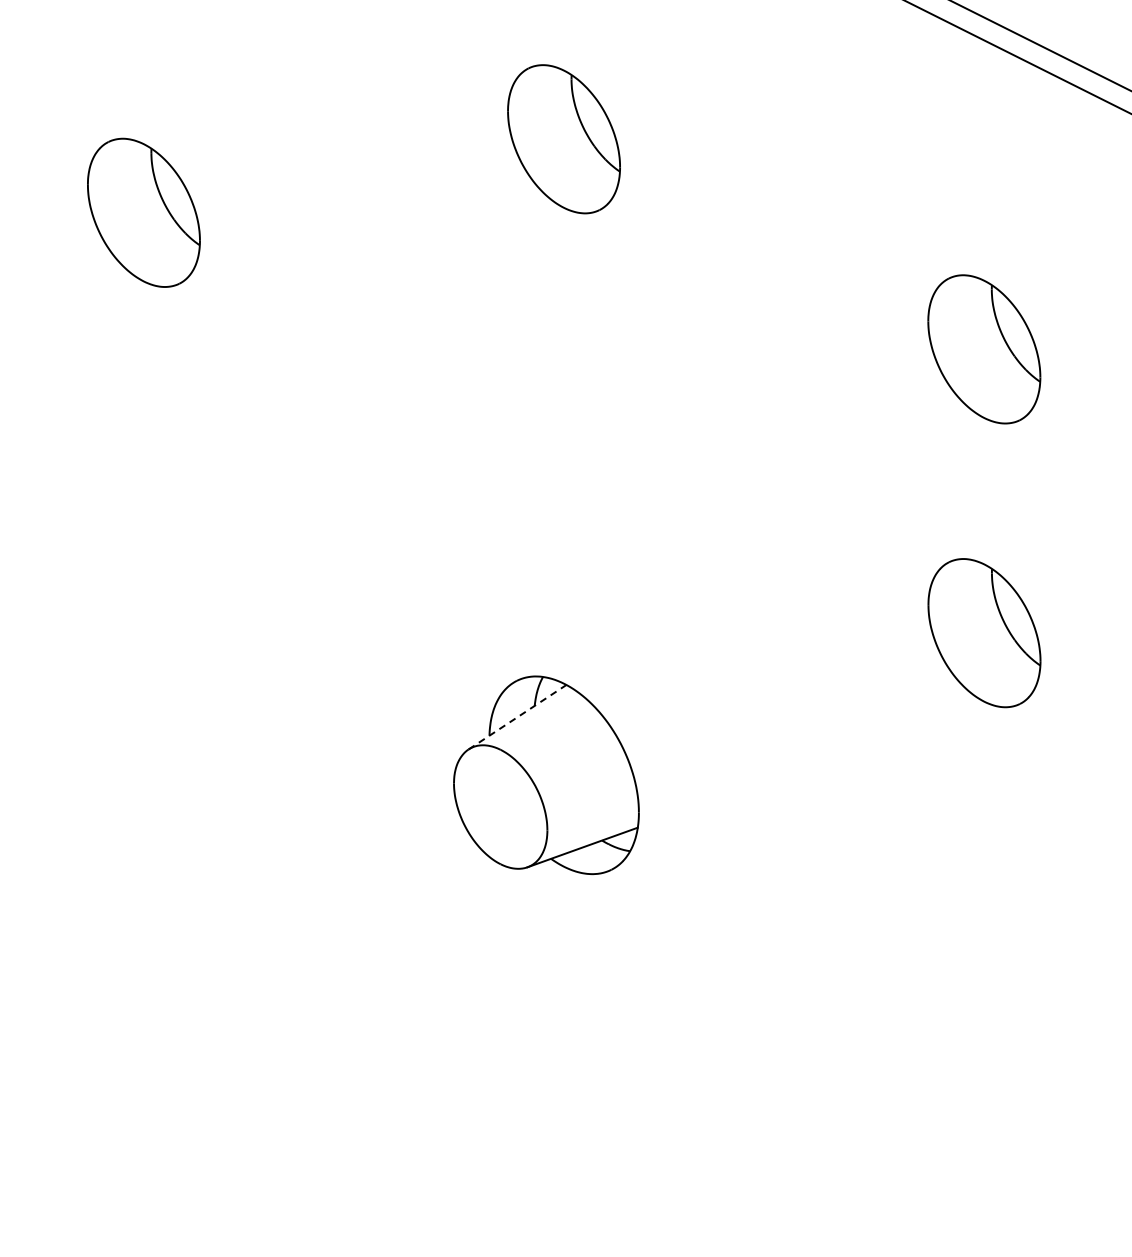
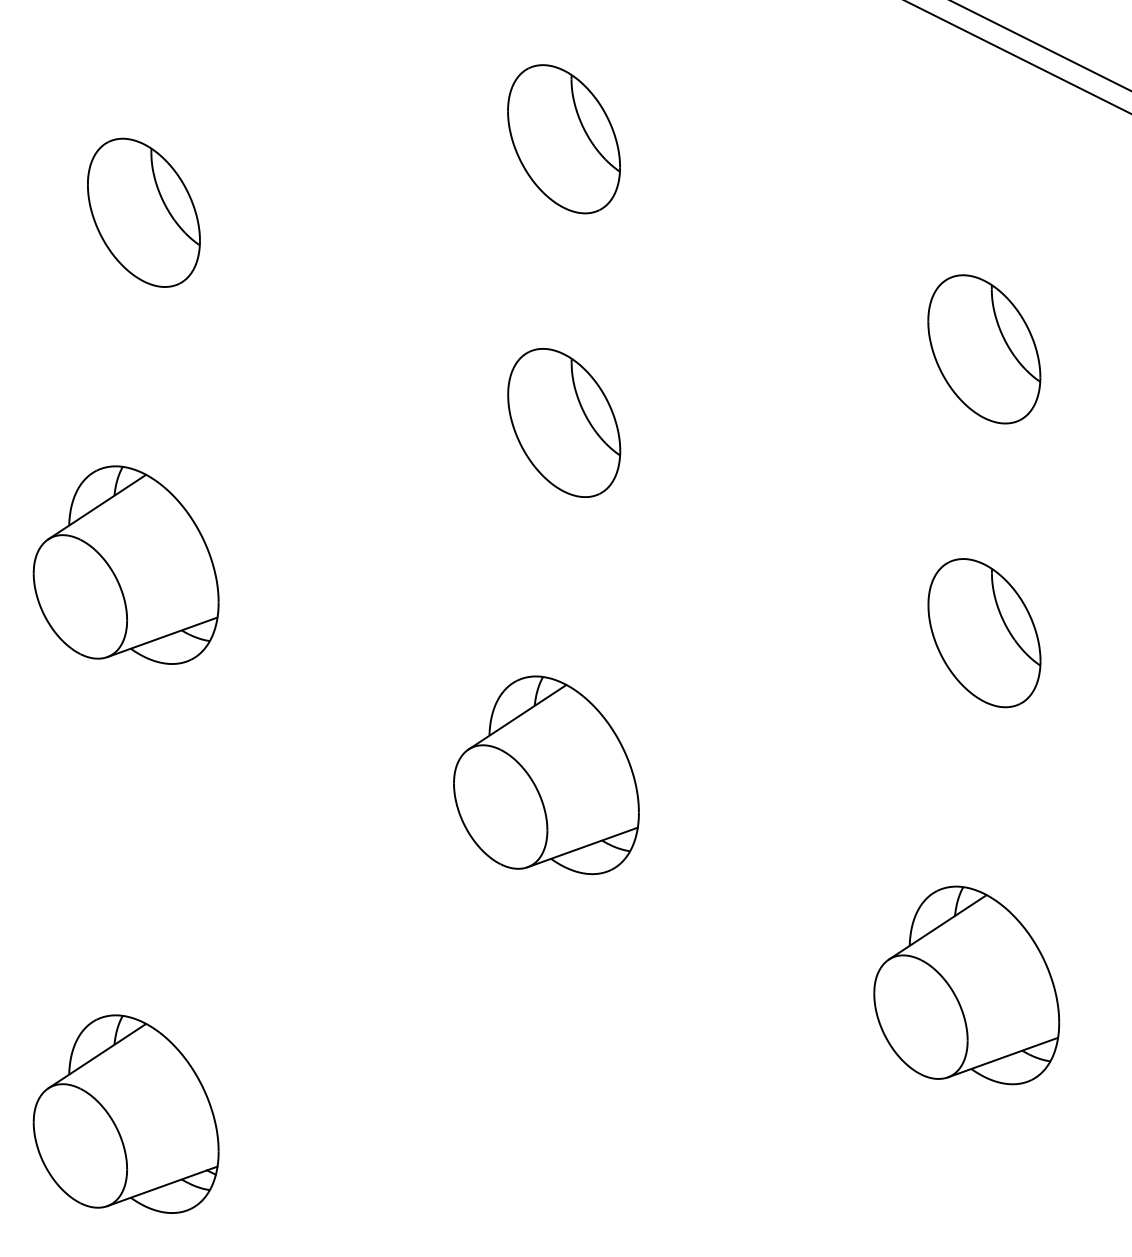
part at (564, 422): none -> present
part at (125, 564): none -> present
line at (517, 717): dashed -> solid
part at (966, 985): none -> present
part at (125, 1113): none -> present
